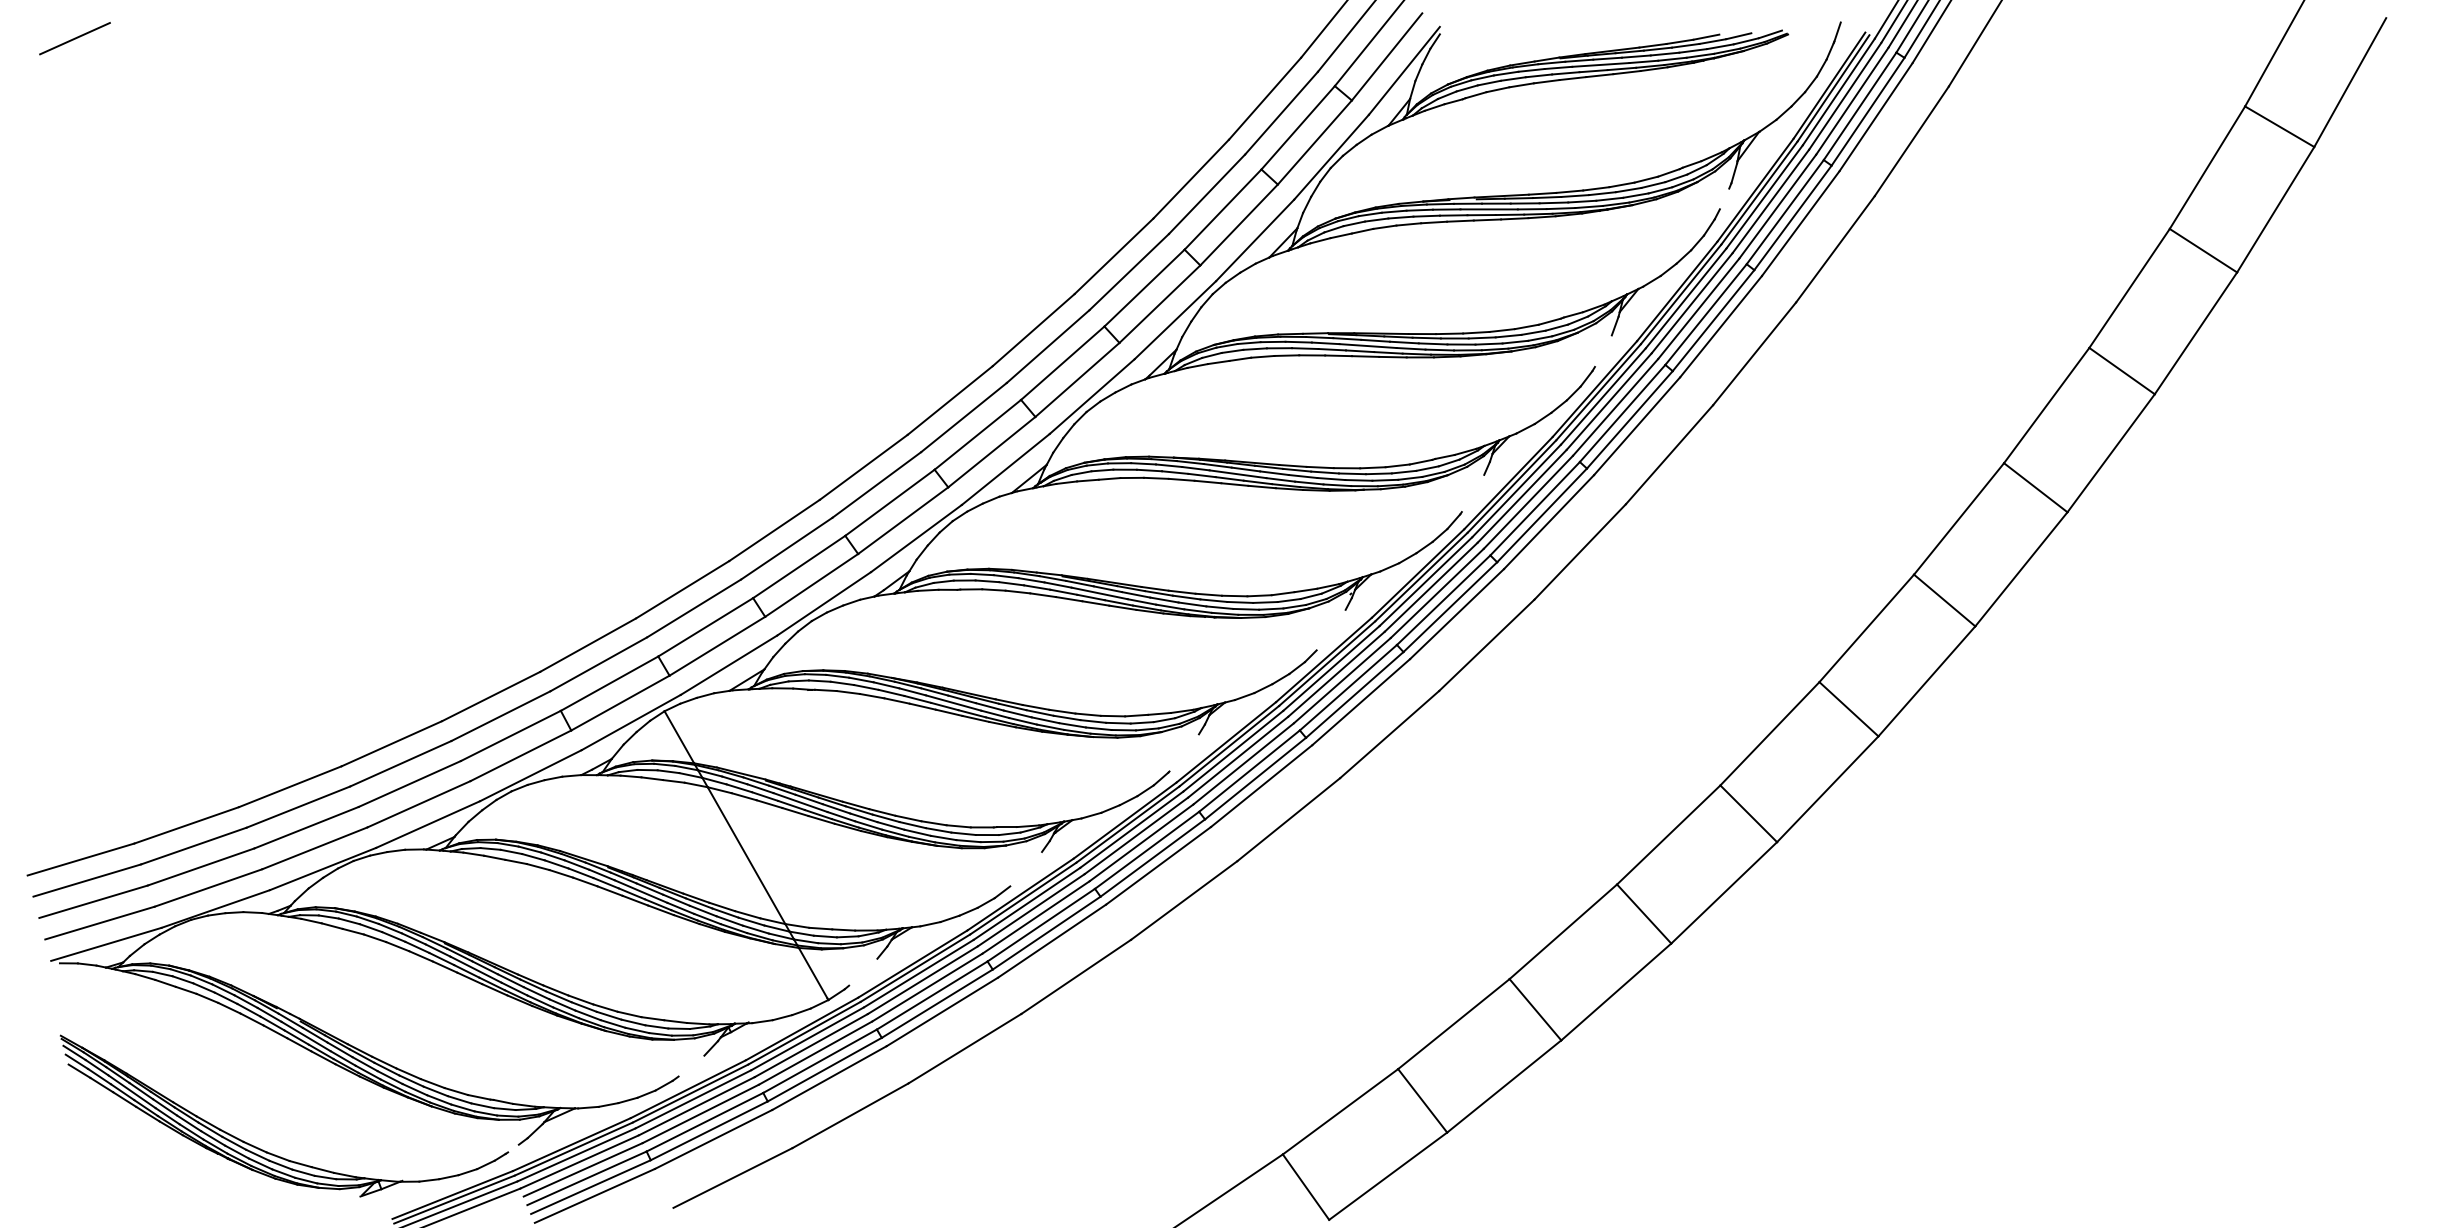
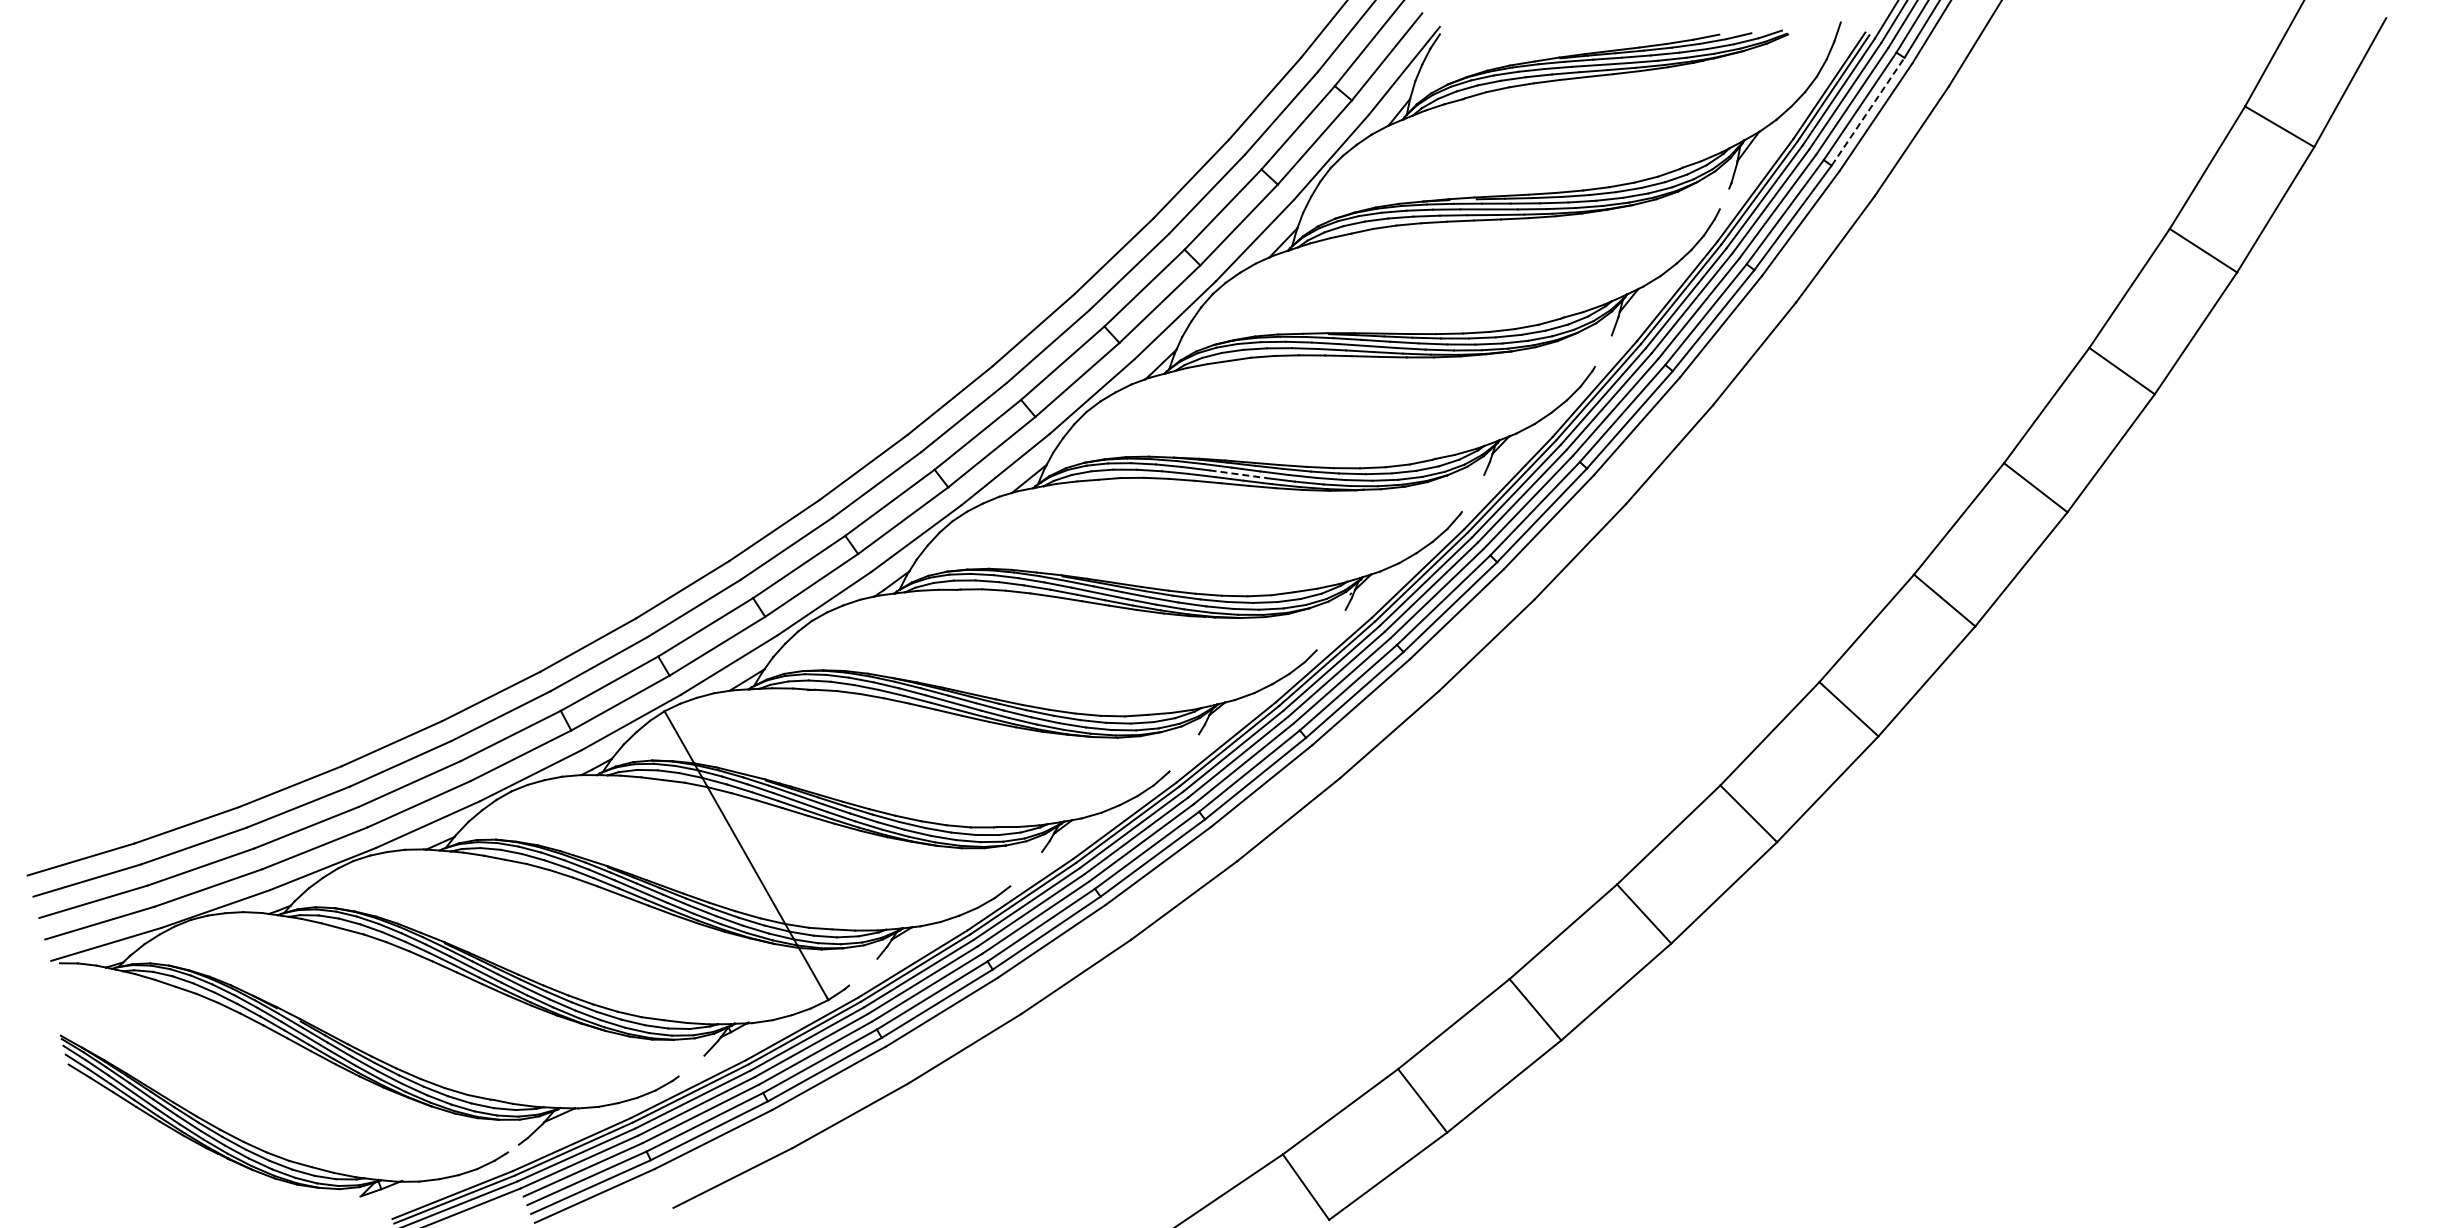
line at (74, 38): present -> none
line at (1868, 111): solid -> dashed
line at (1238, 474): solid -> dashed
